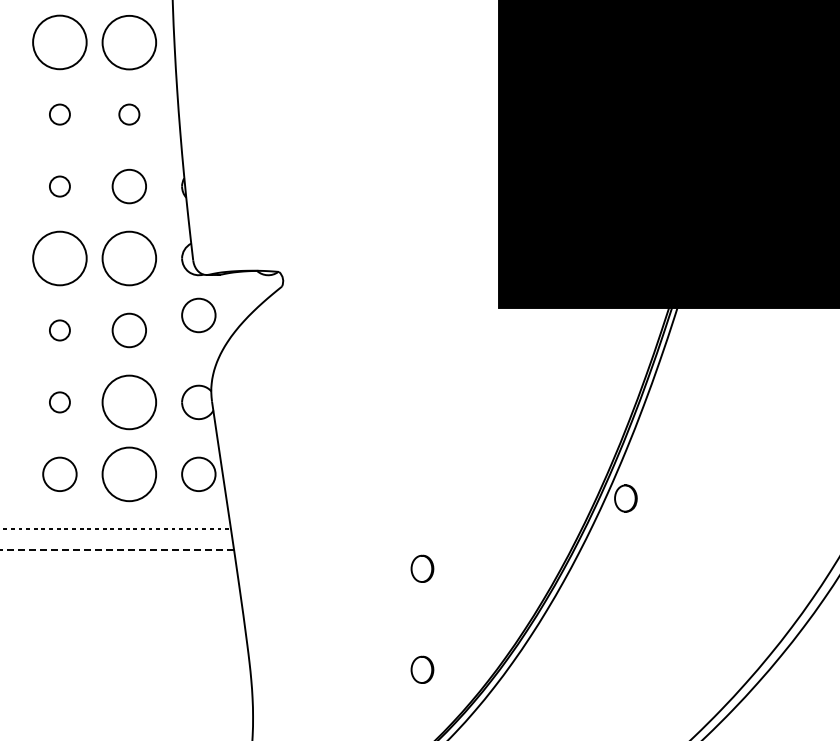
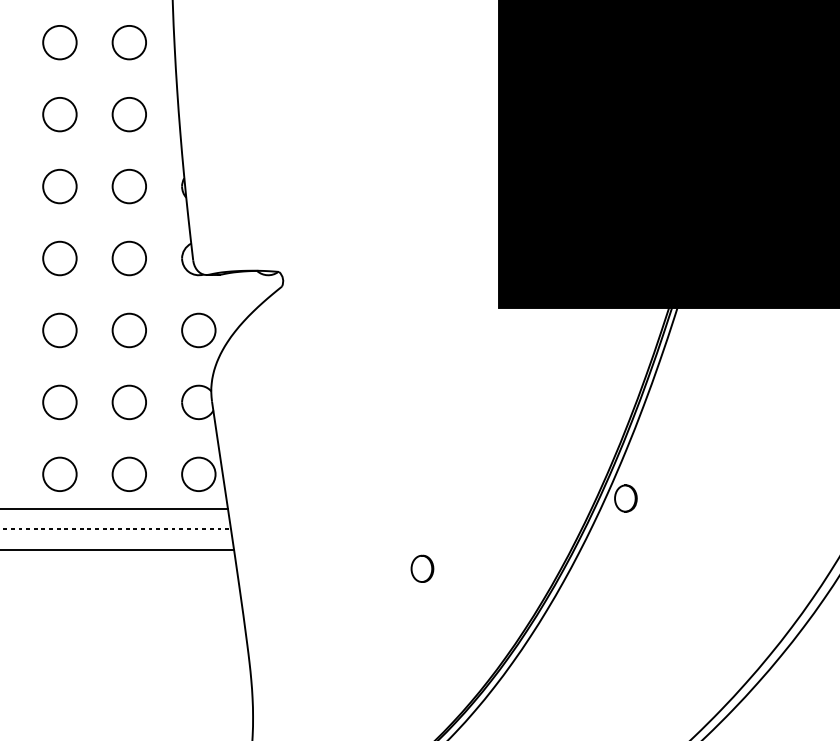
circle at (59, 42) size: 56x57 px -> 36x36 px
circle at (129, 42) diameter: 54 px -> 33 px
circle at (59, 114) diameter: 20 px -> 33 px
circle at (129, 114) diameter: 20 px -> 33 px
circle at (59, 186) diameter: 20 px -> 33 px
circle at (59, 258) diameter: 54 px -> 33 px
circle at (129, 258) diameter: 54 px -> 33 px
circle at (198, 315) position: (198, 315) -> (198, 330)
circle at (59, 330) diameter: 20 px -> 33 px
circle at (59, 402) diameter: 20 px -> 33 px
circle at (129, 402) diameter: 54 px -> 33 px
circle at (129, 474) diameter: 54 px -> 33 px
line at (115, 509): none -> present
line at (117, 549): dashed -> solid
part at (422, 669): present -> none
